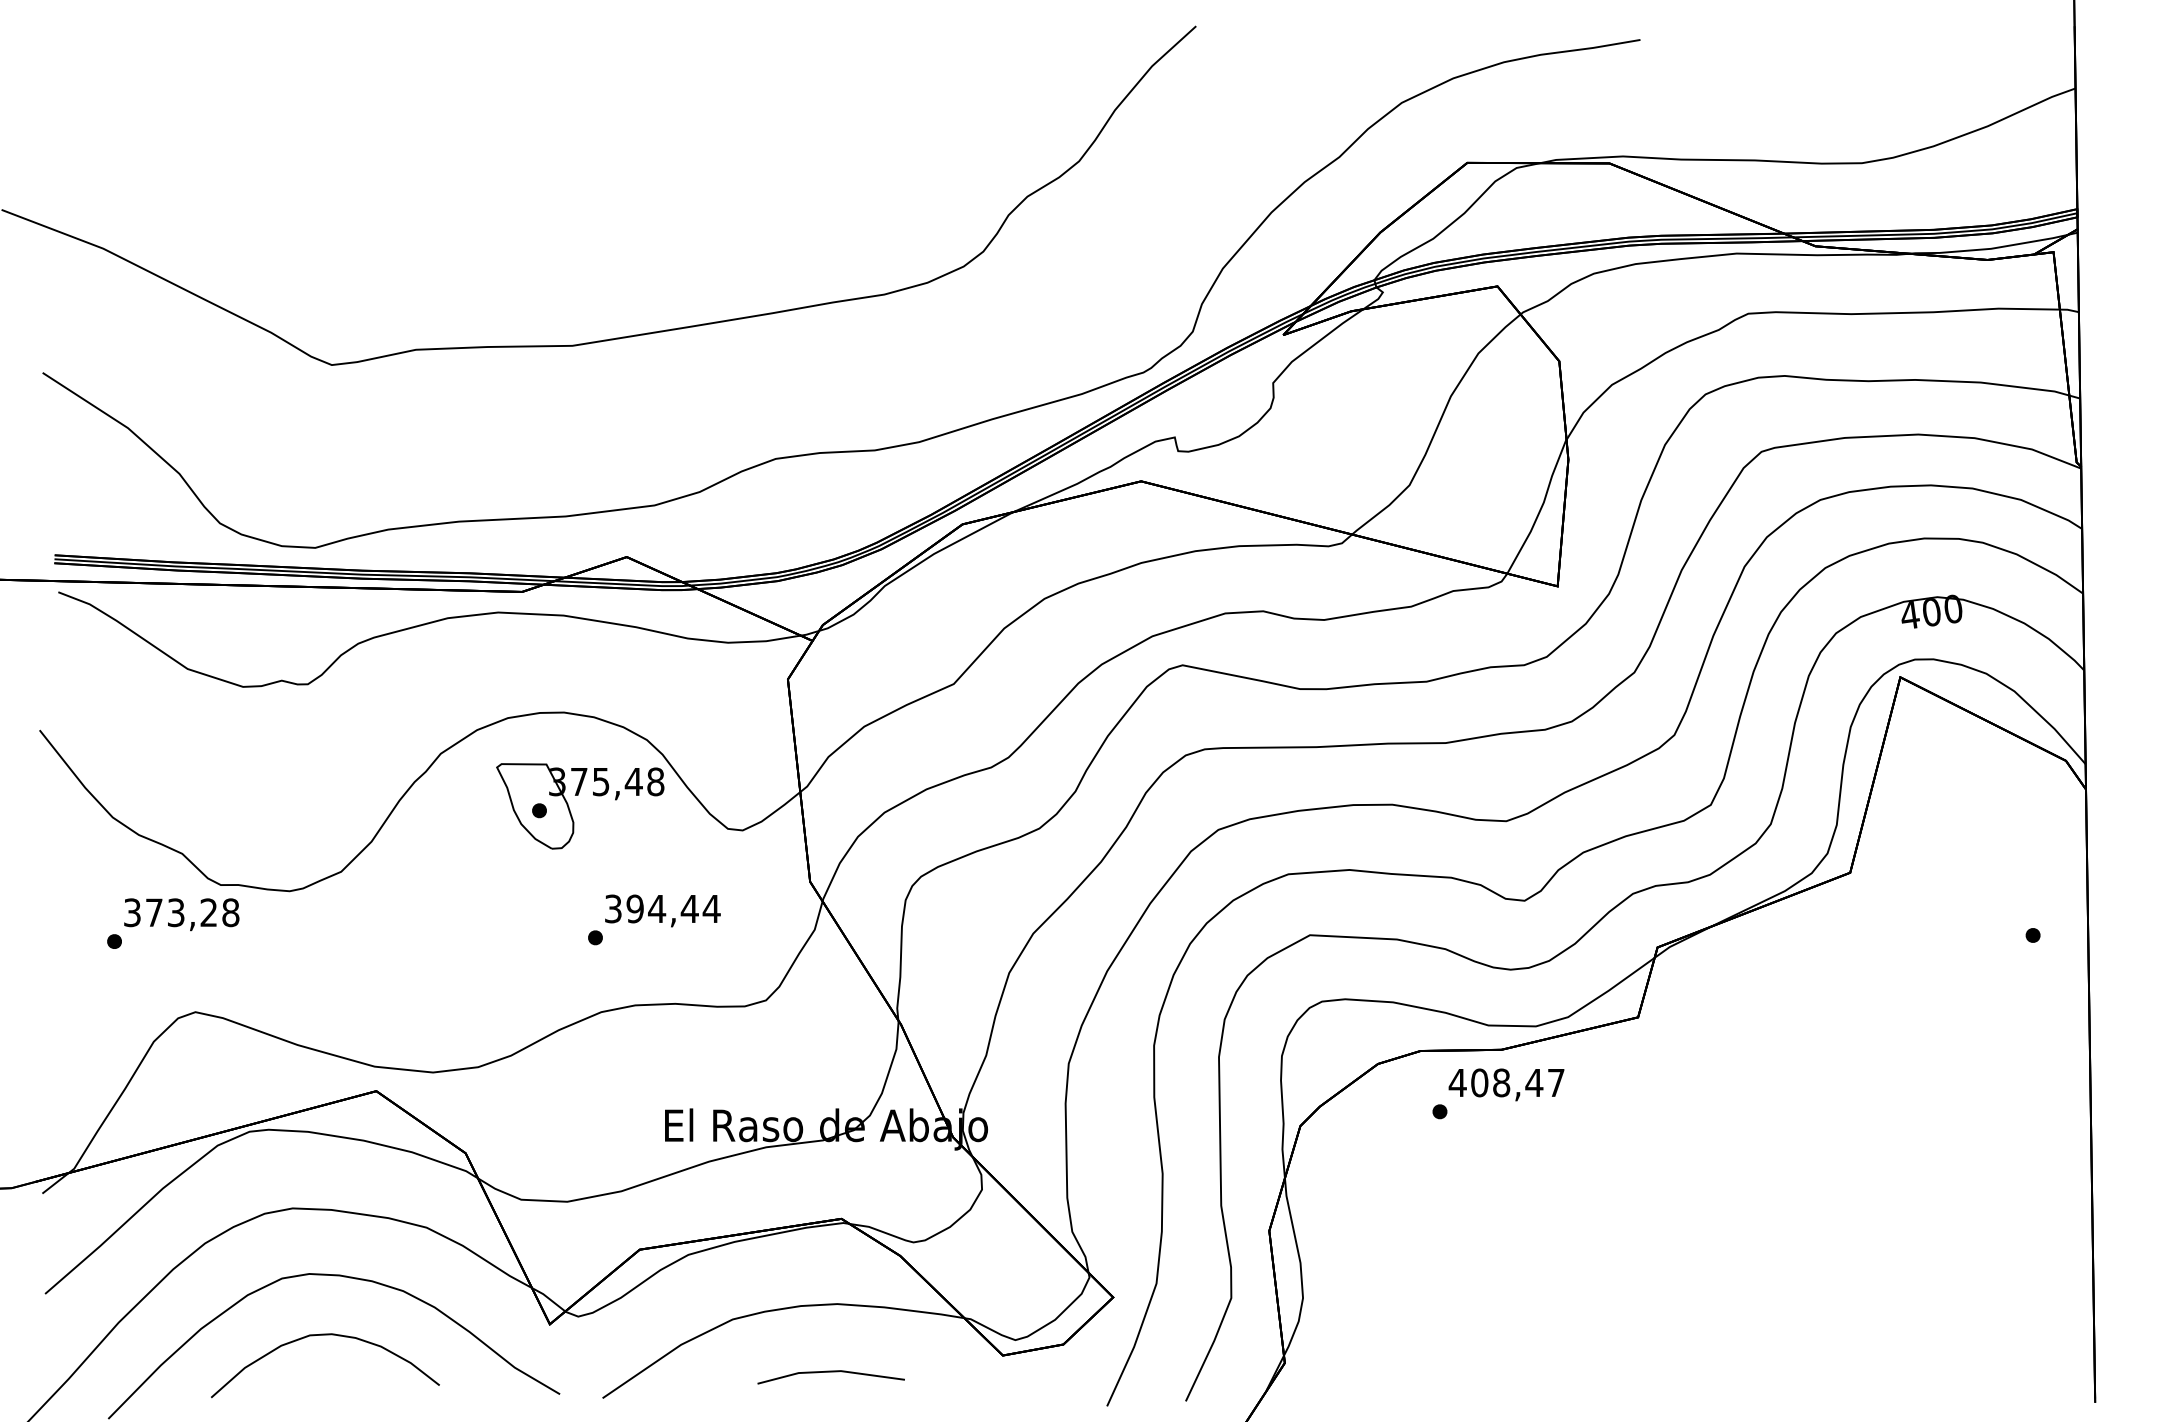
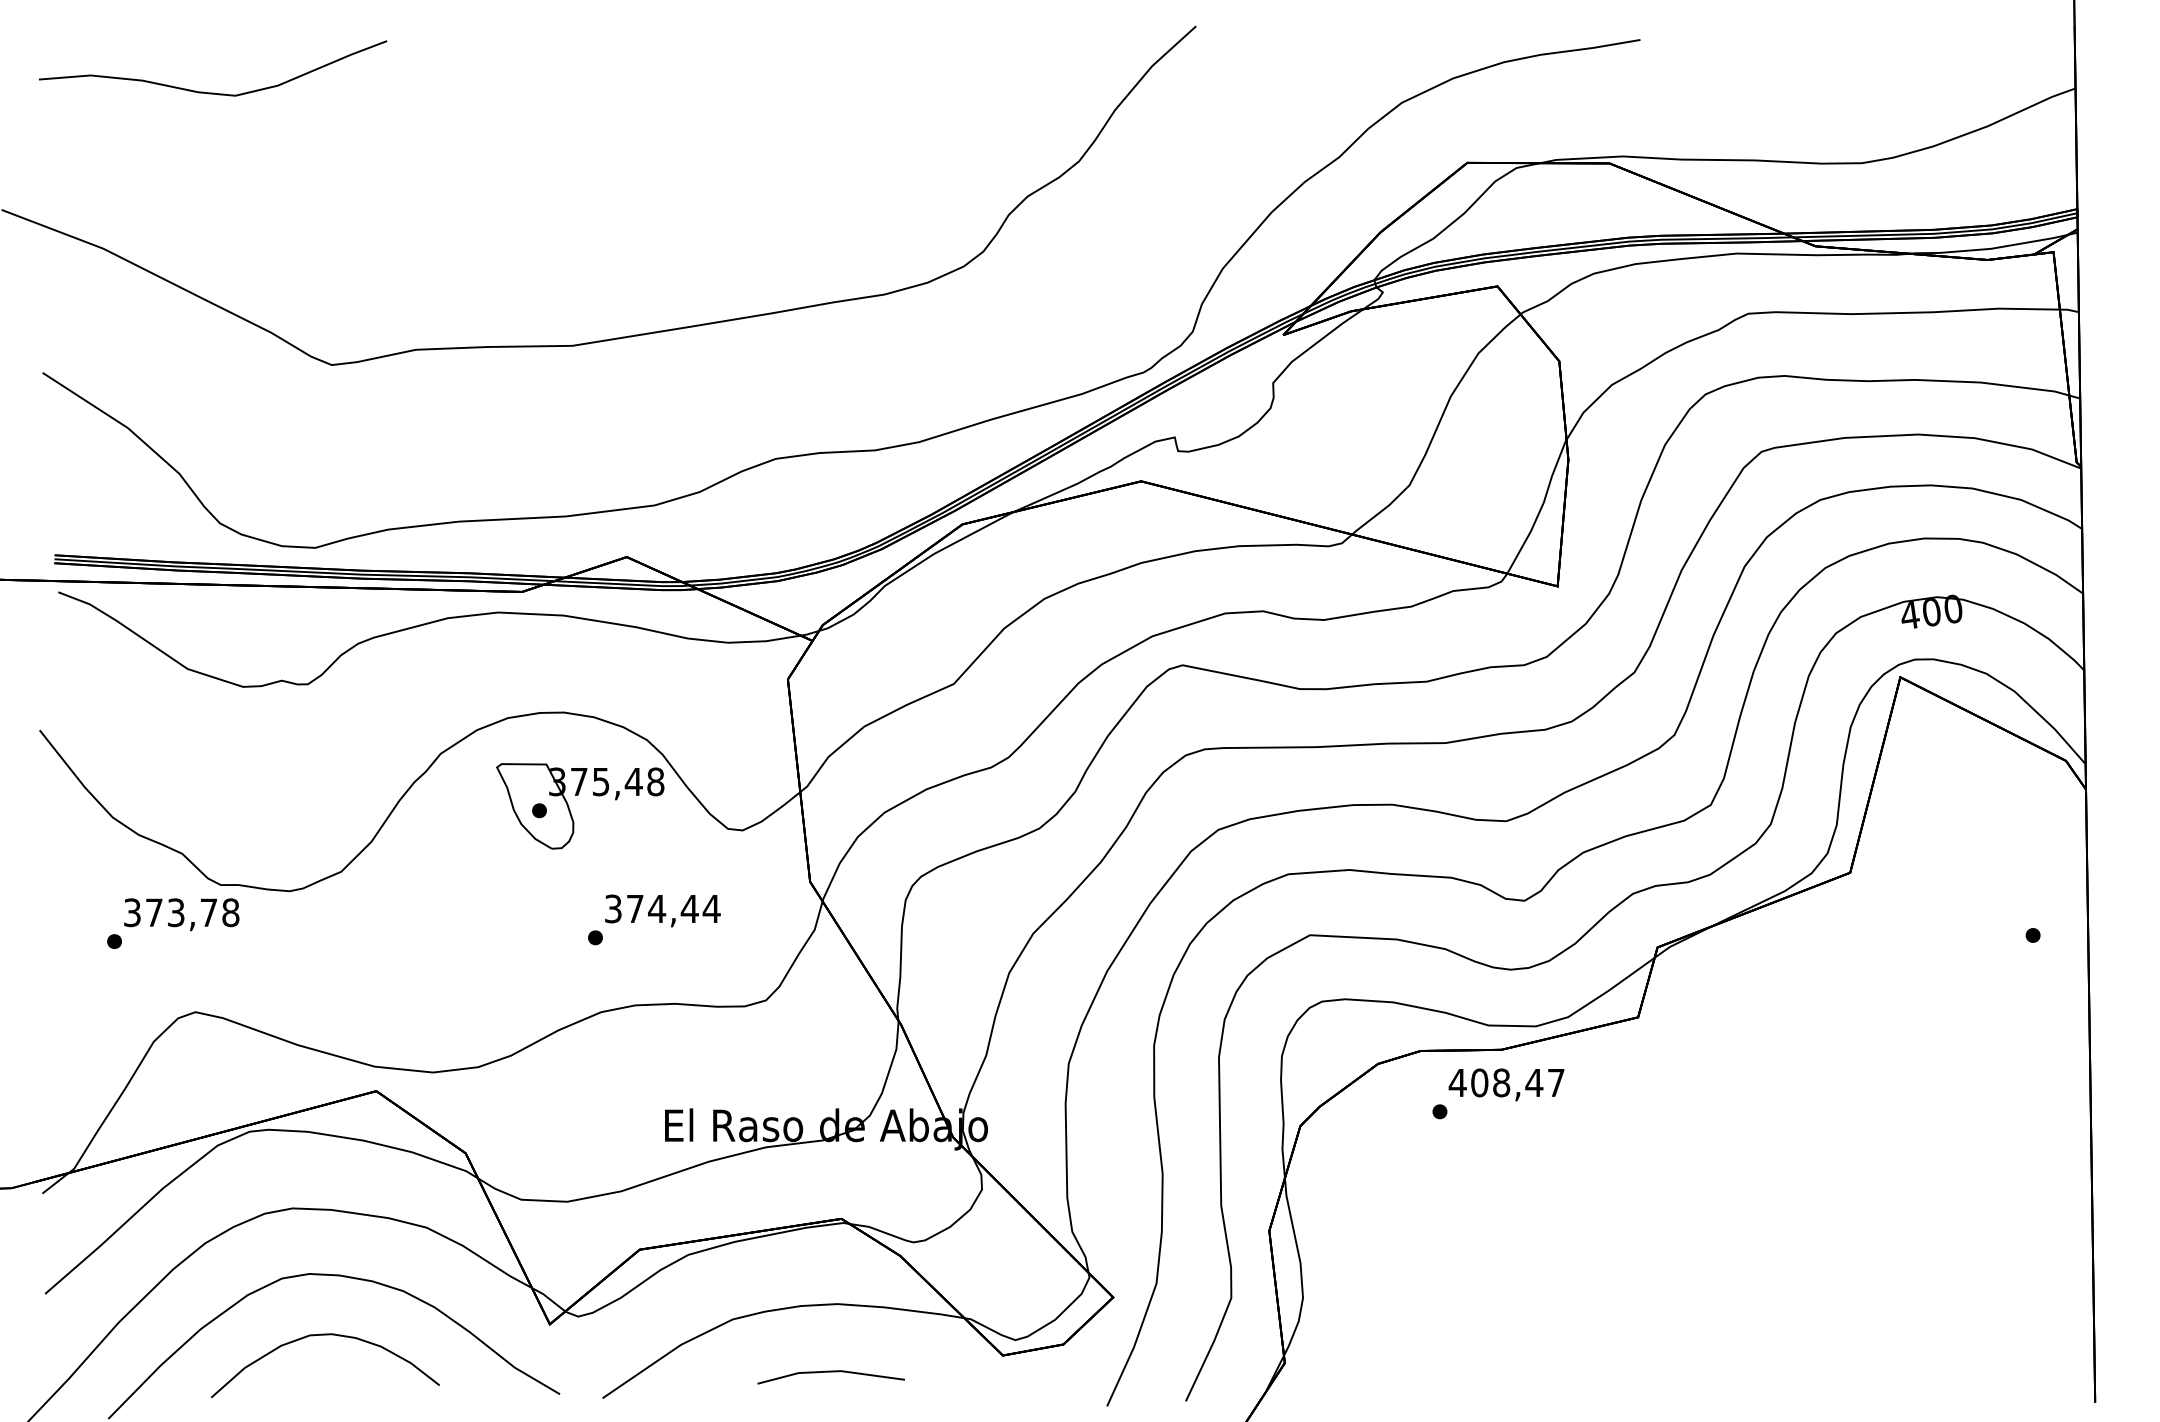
part at (213, 92): none -> present
text at (634, 908): 394,44 -> 374,44
text at (208, 912): 373,28 -> 373,78
